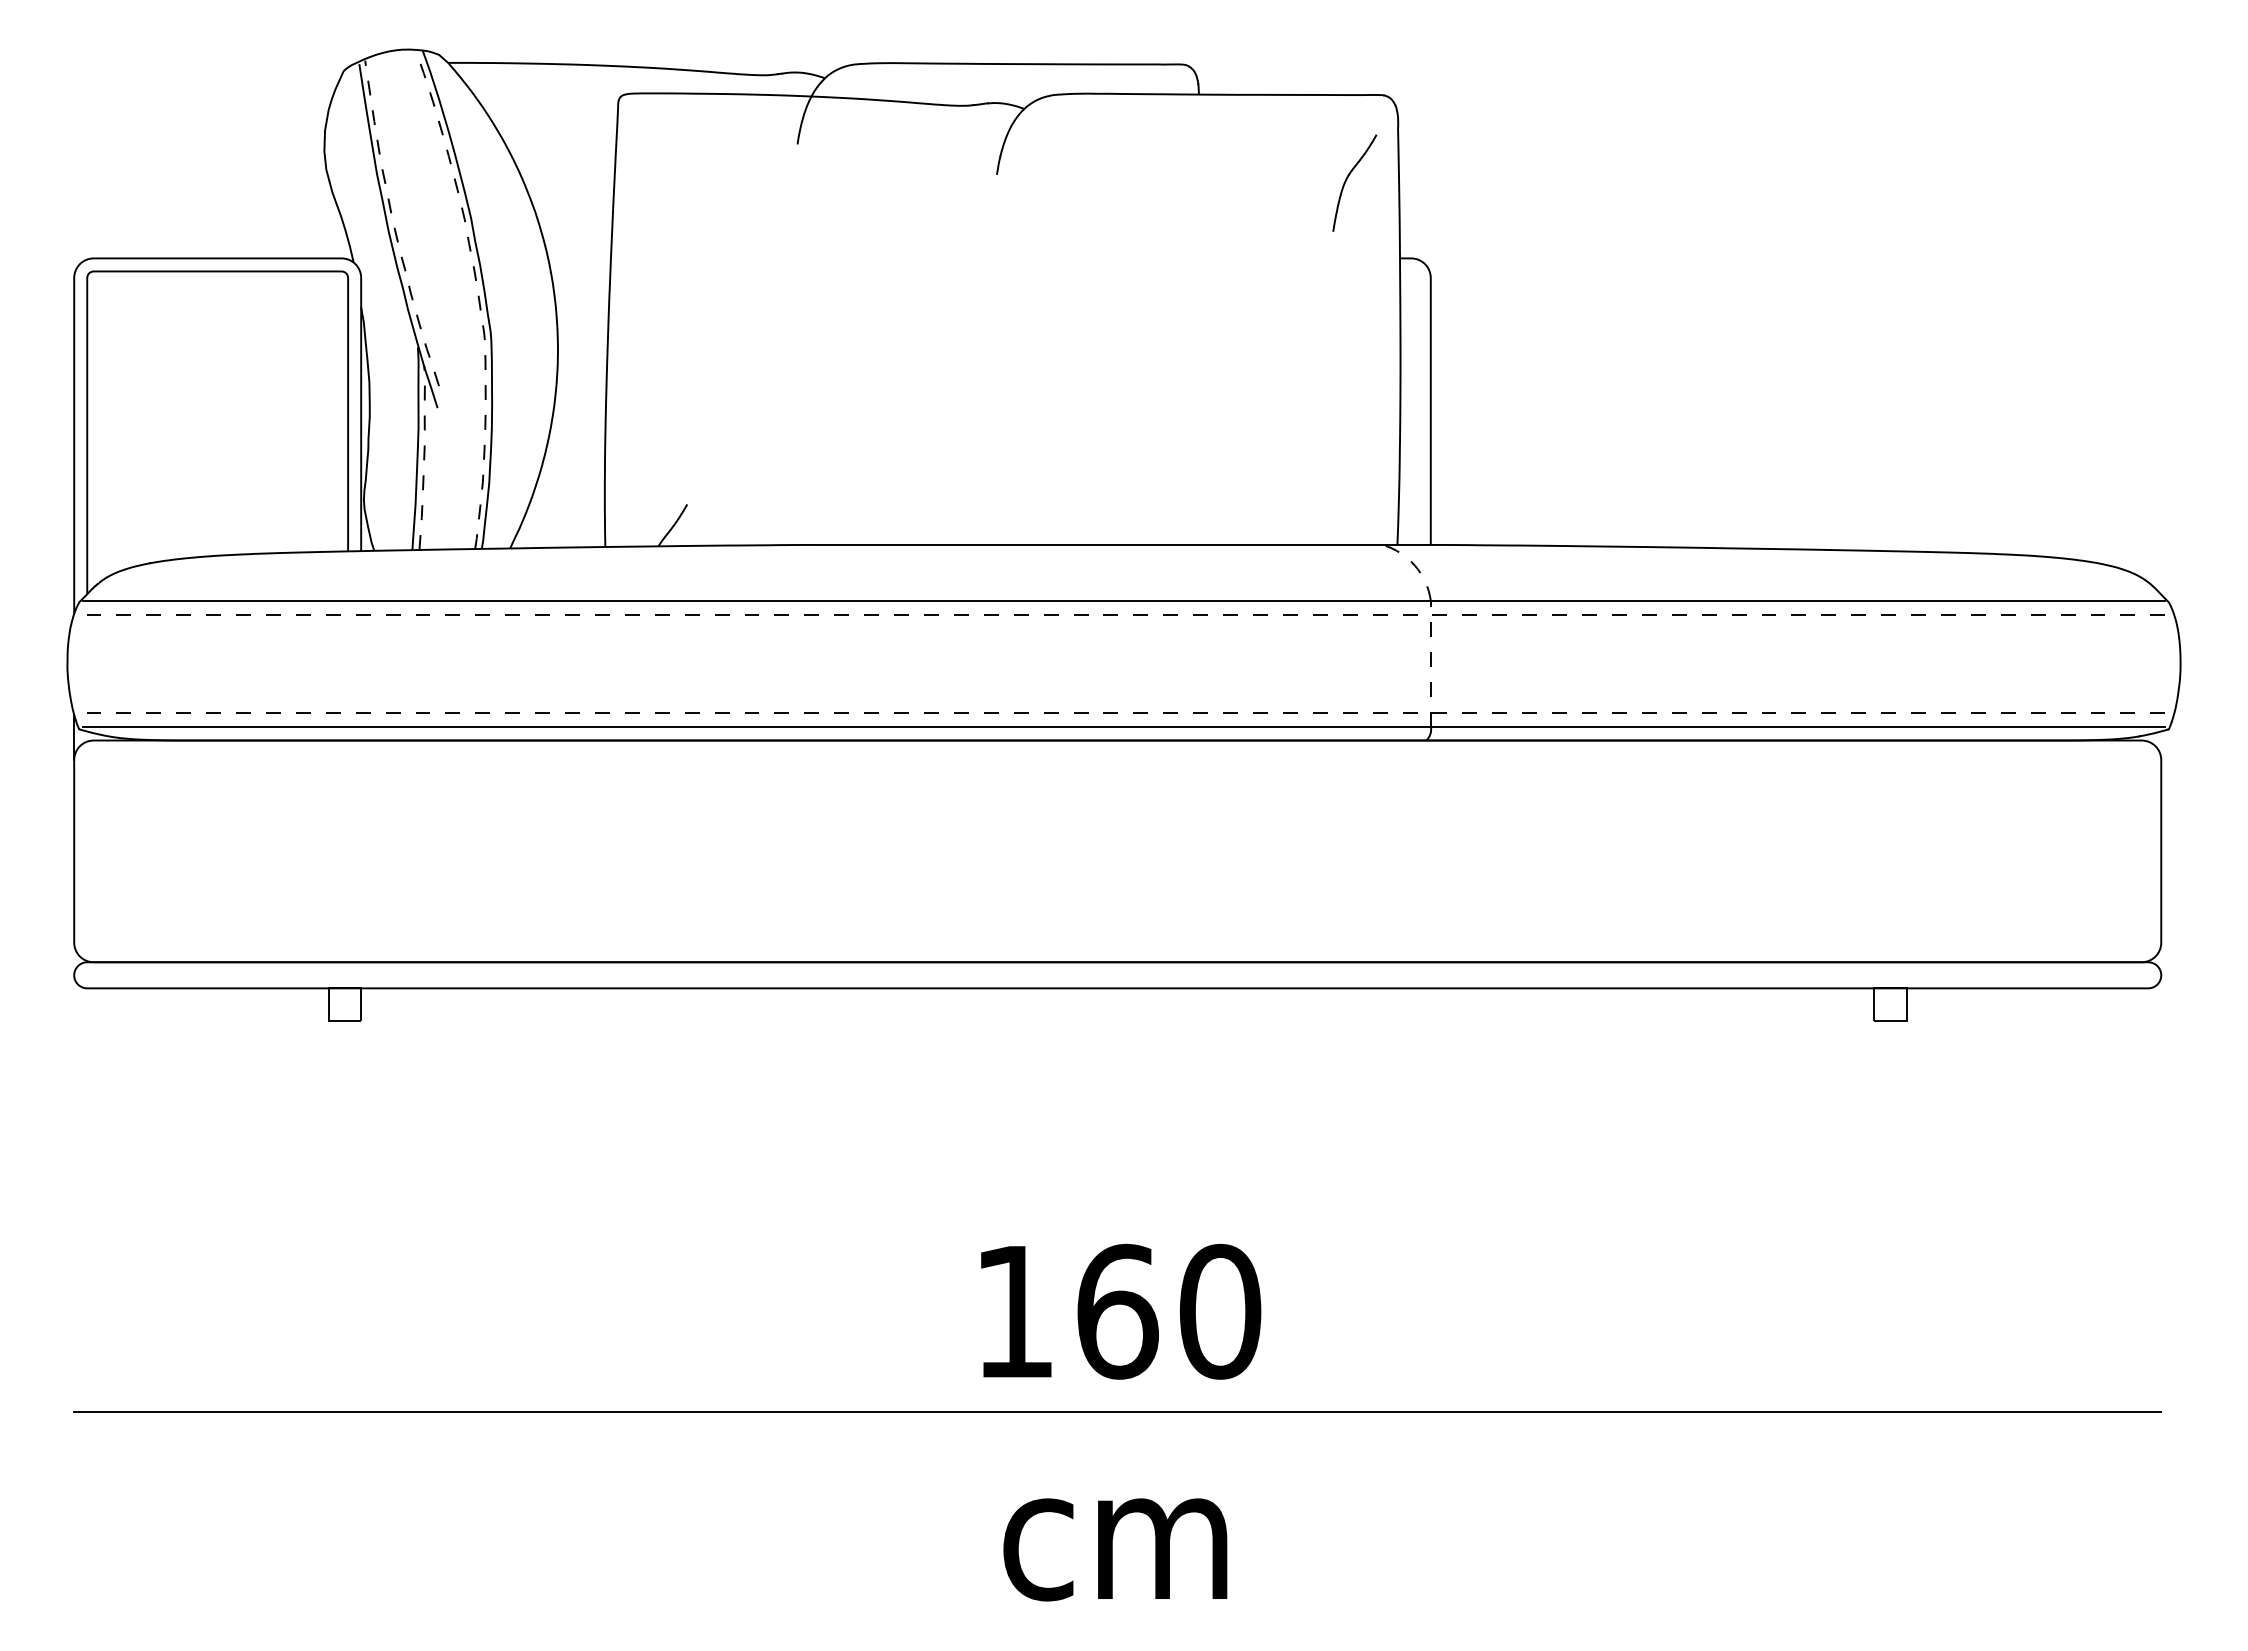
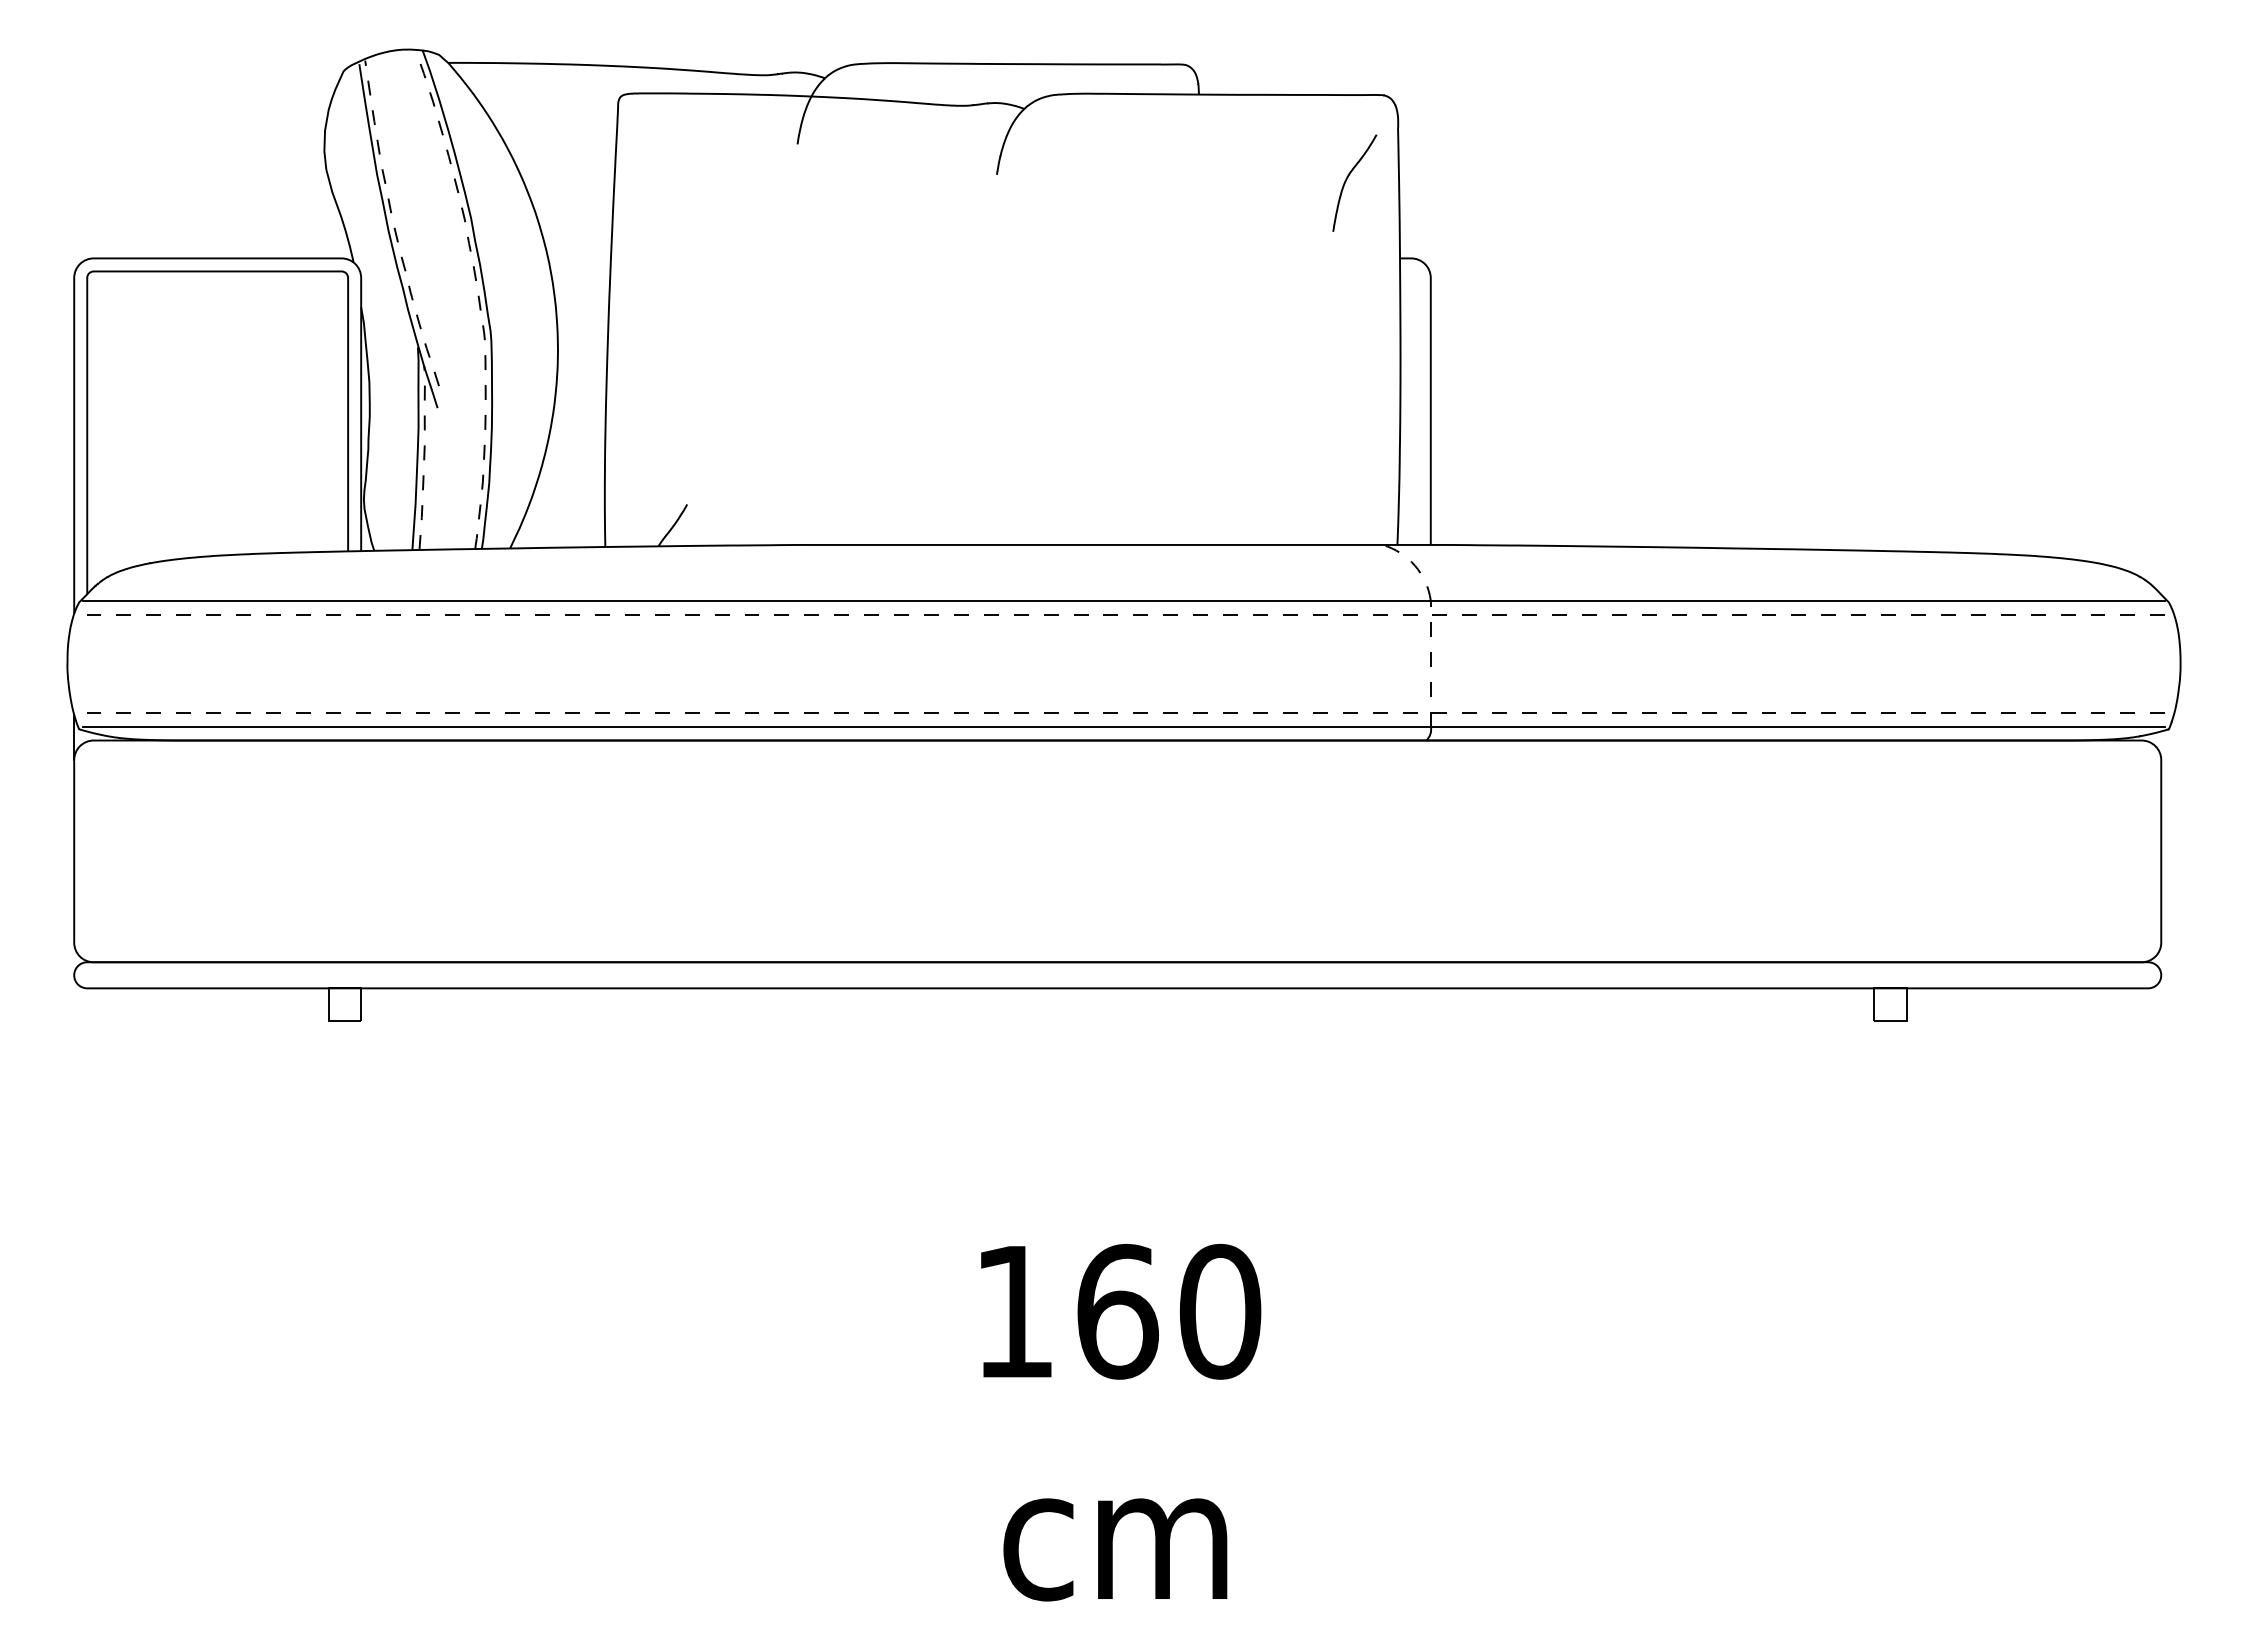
line at (1117, 1412): present -> none
